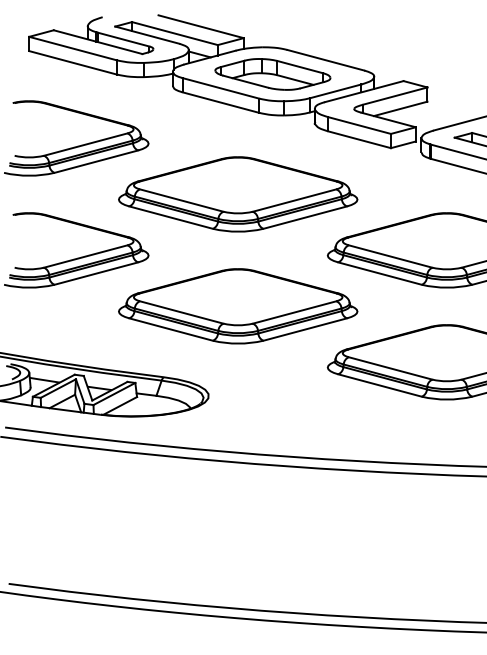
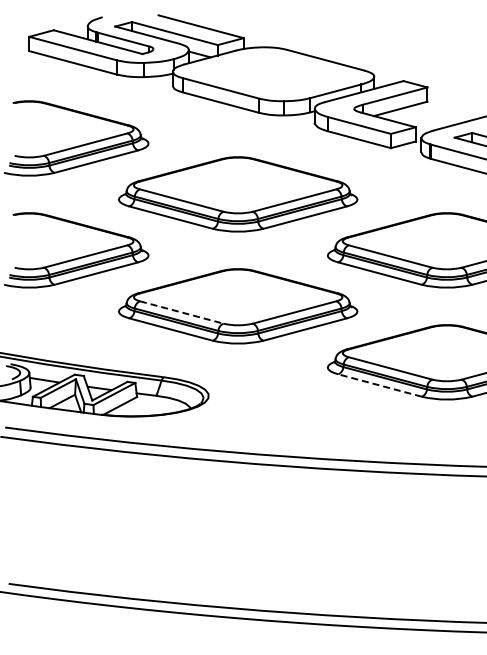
part at (272, 74): present -> none
line at (182, 312): solid -> dashed
line at (379, 385): solid -> dashed
